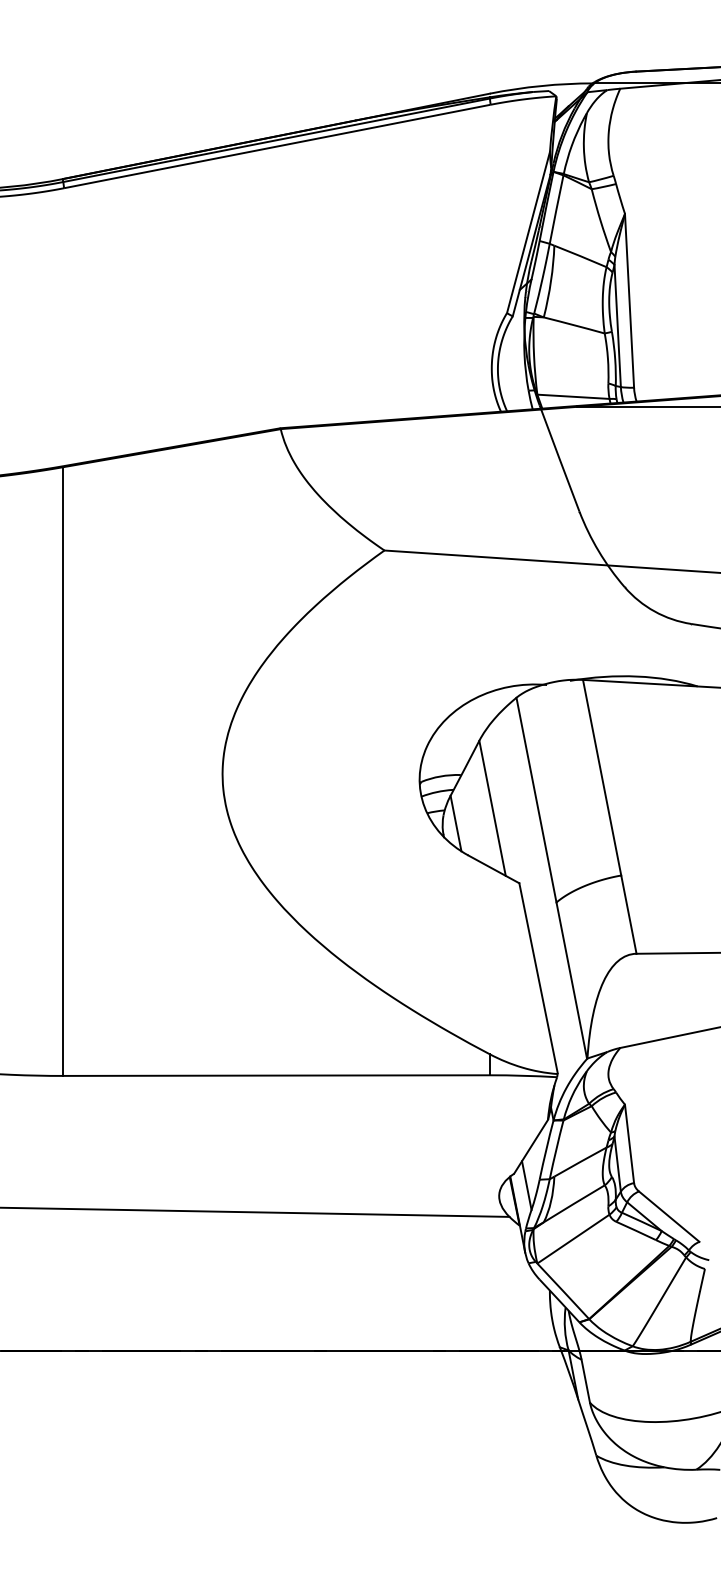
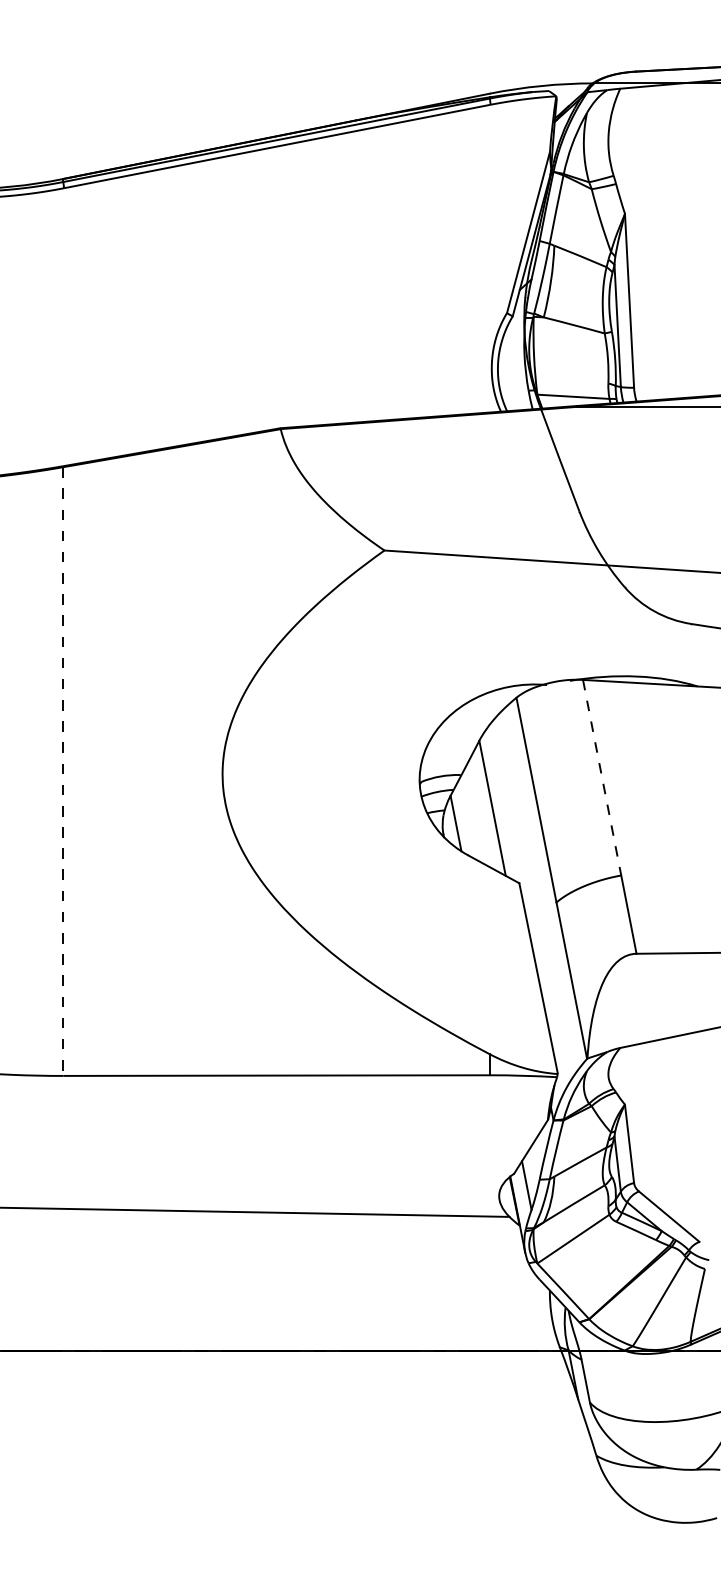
line at (63, 772): solid -> dashed
line at (602, 777): solid -> dashed
